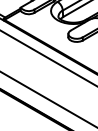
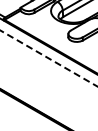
line at (48, 58): solid -> dashed
line at (48, 98): present -> none
